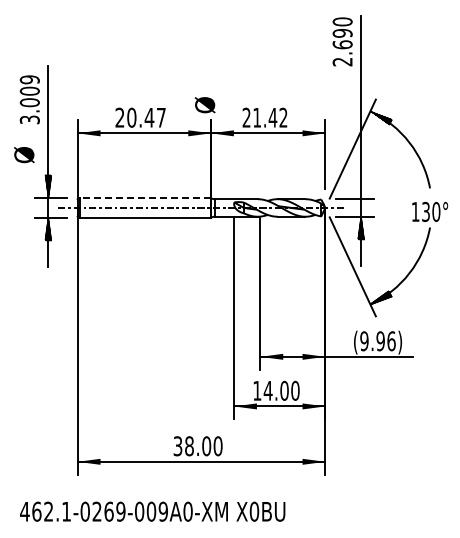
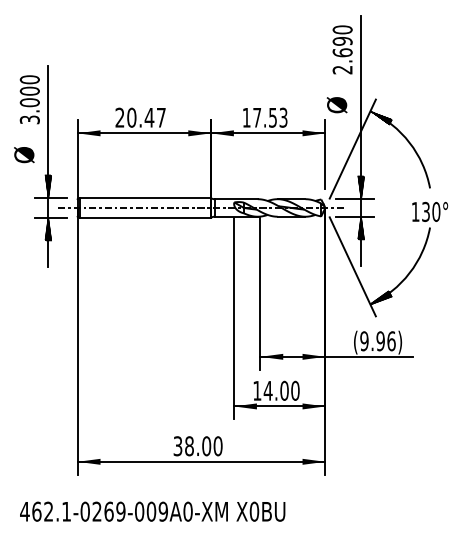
text at (342, 41) position: (342, 41) -> (342, 49)
text at (29, 79): 3.009 -> 3.000
text at (204, 105) position: (204, 105) -> (336, 105)
text at (264, 117): 21.42 -> 17.53
hatch at (361, 187): none -> present
line at (145, 198): dashed -> solid
